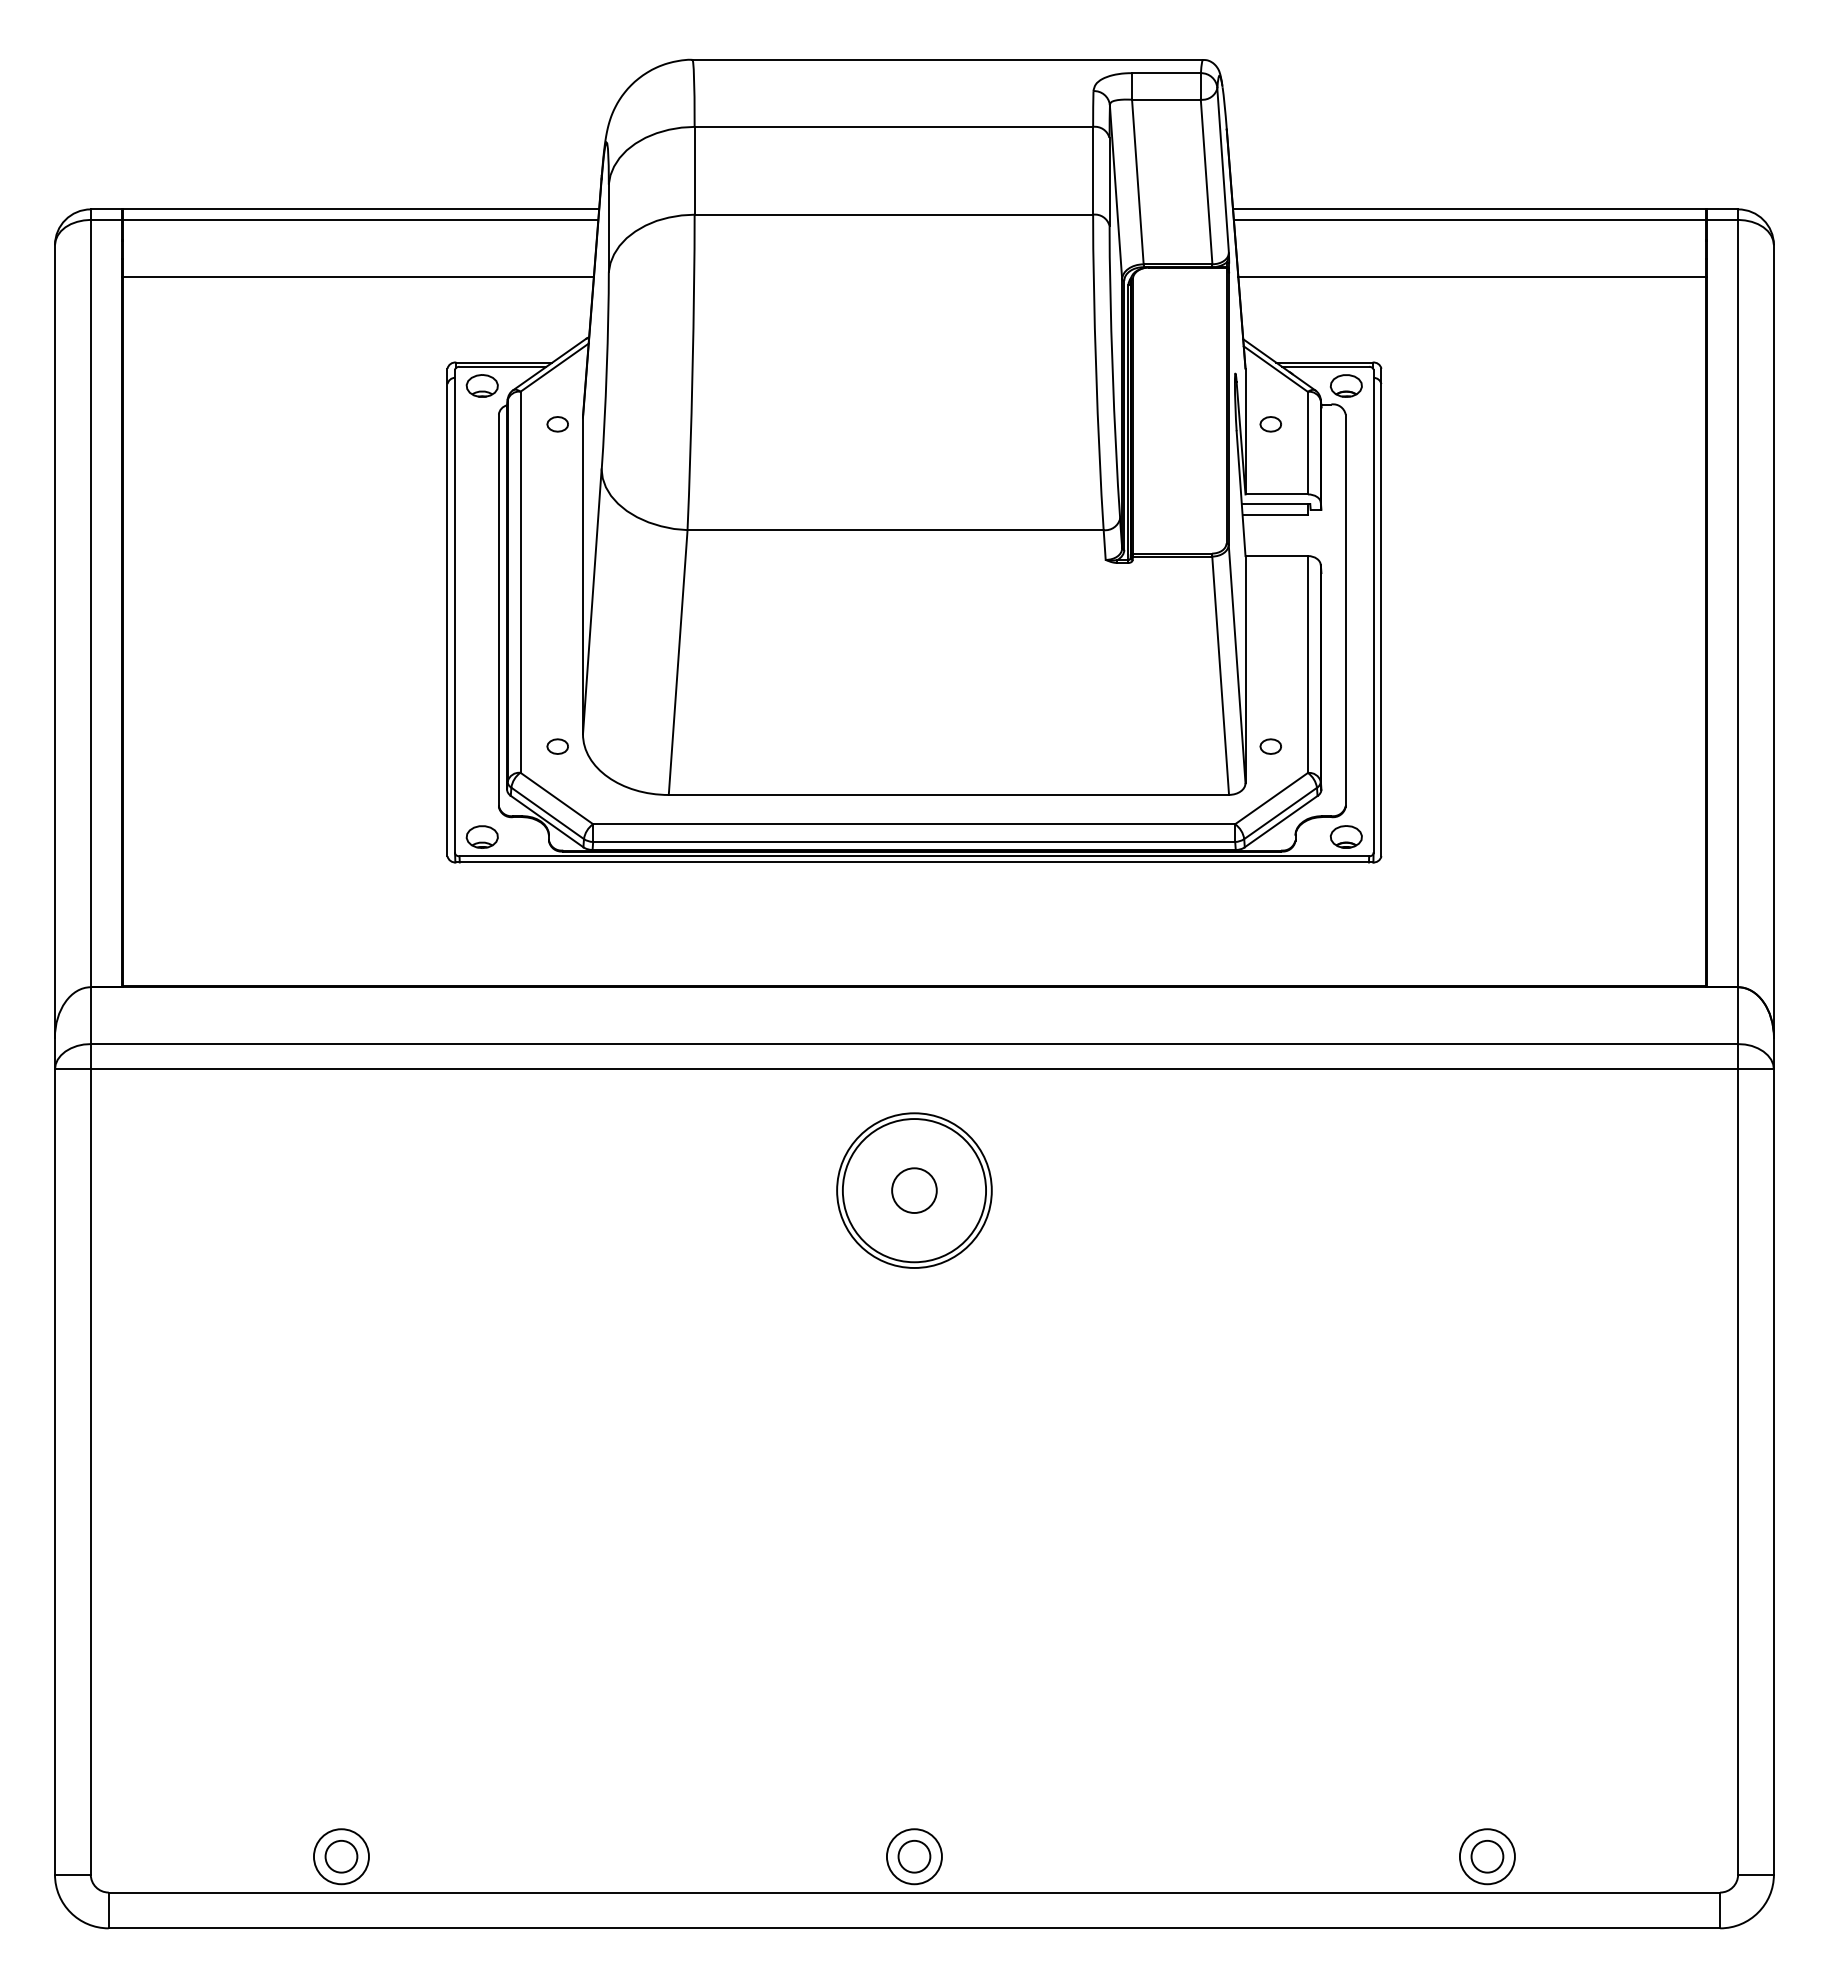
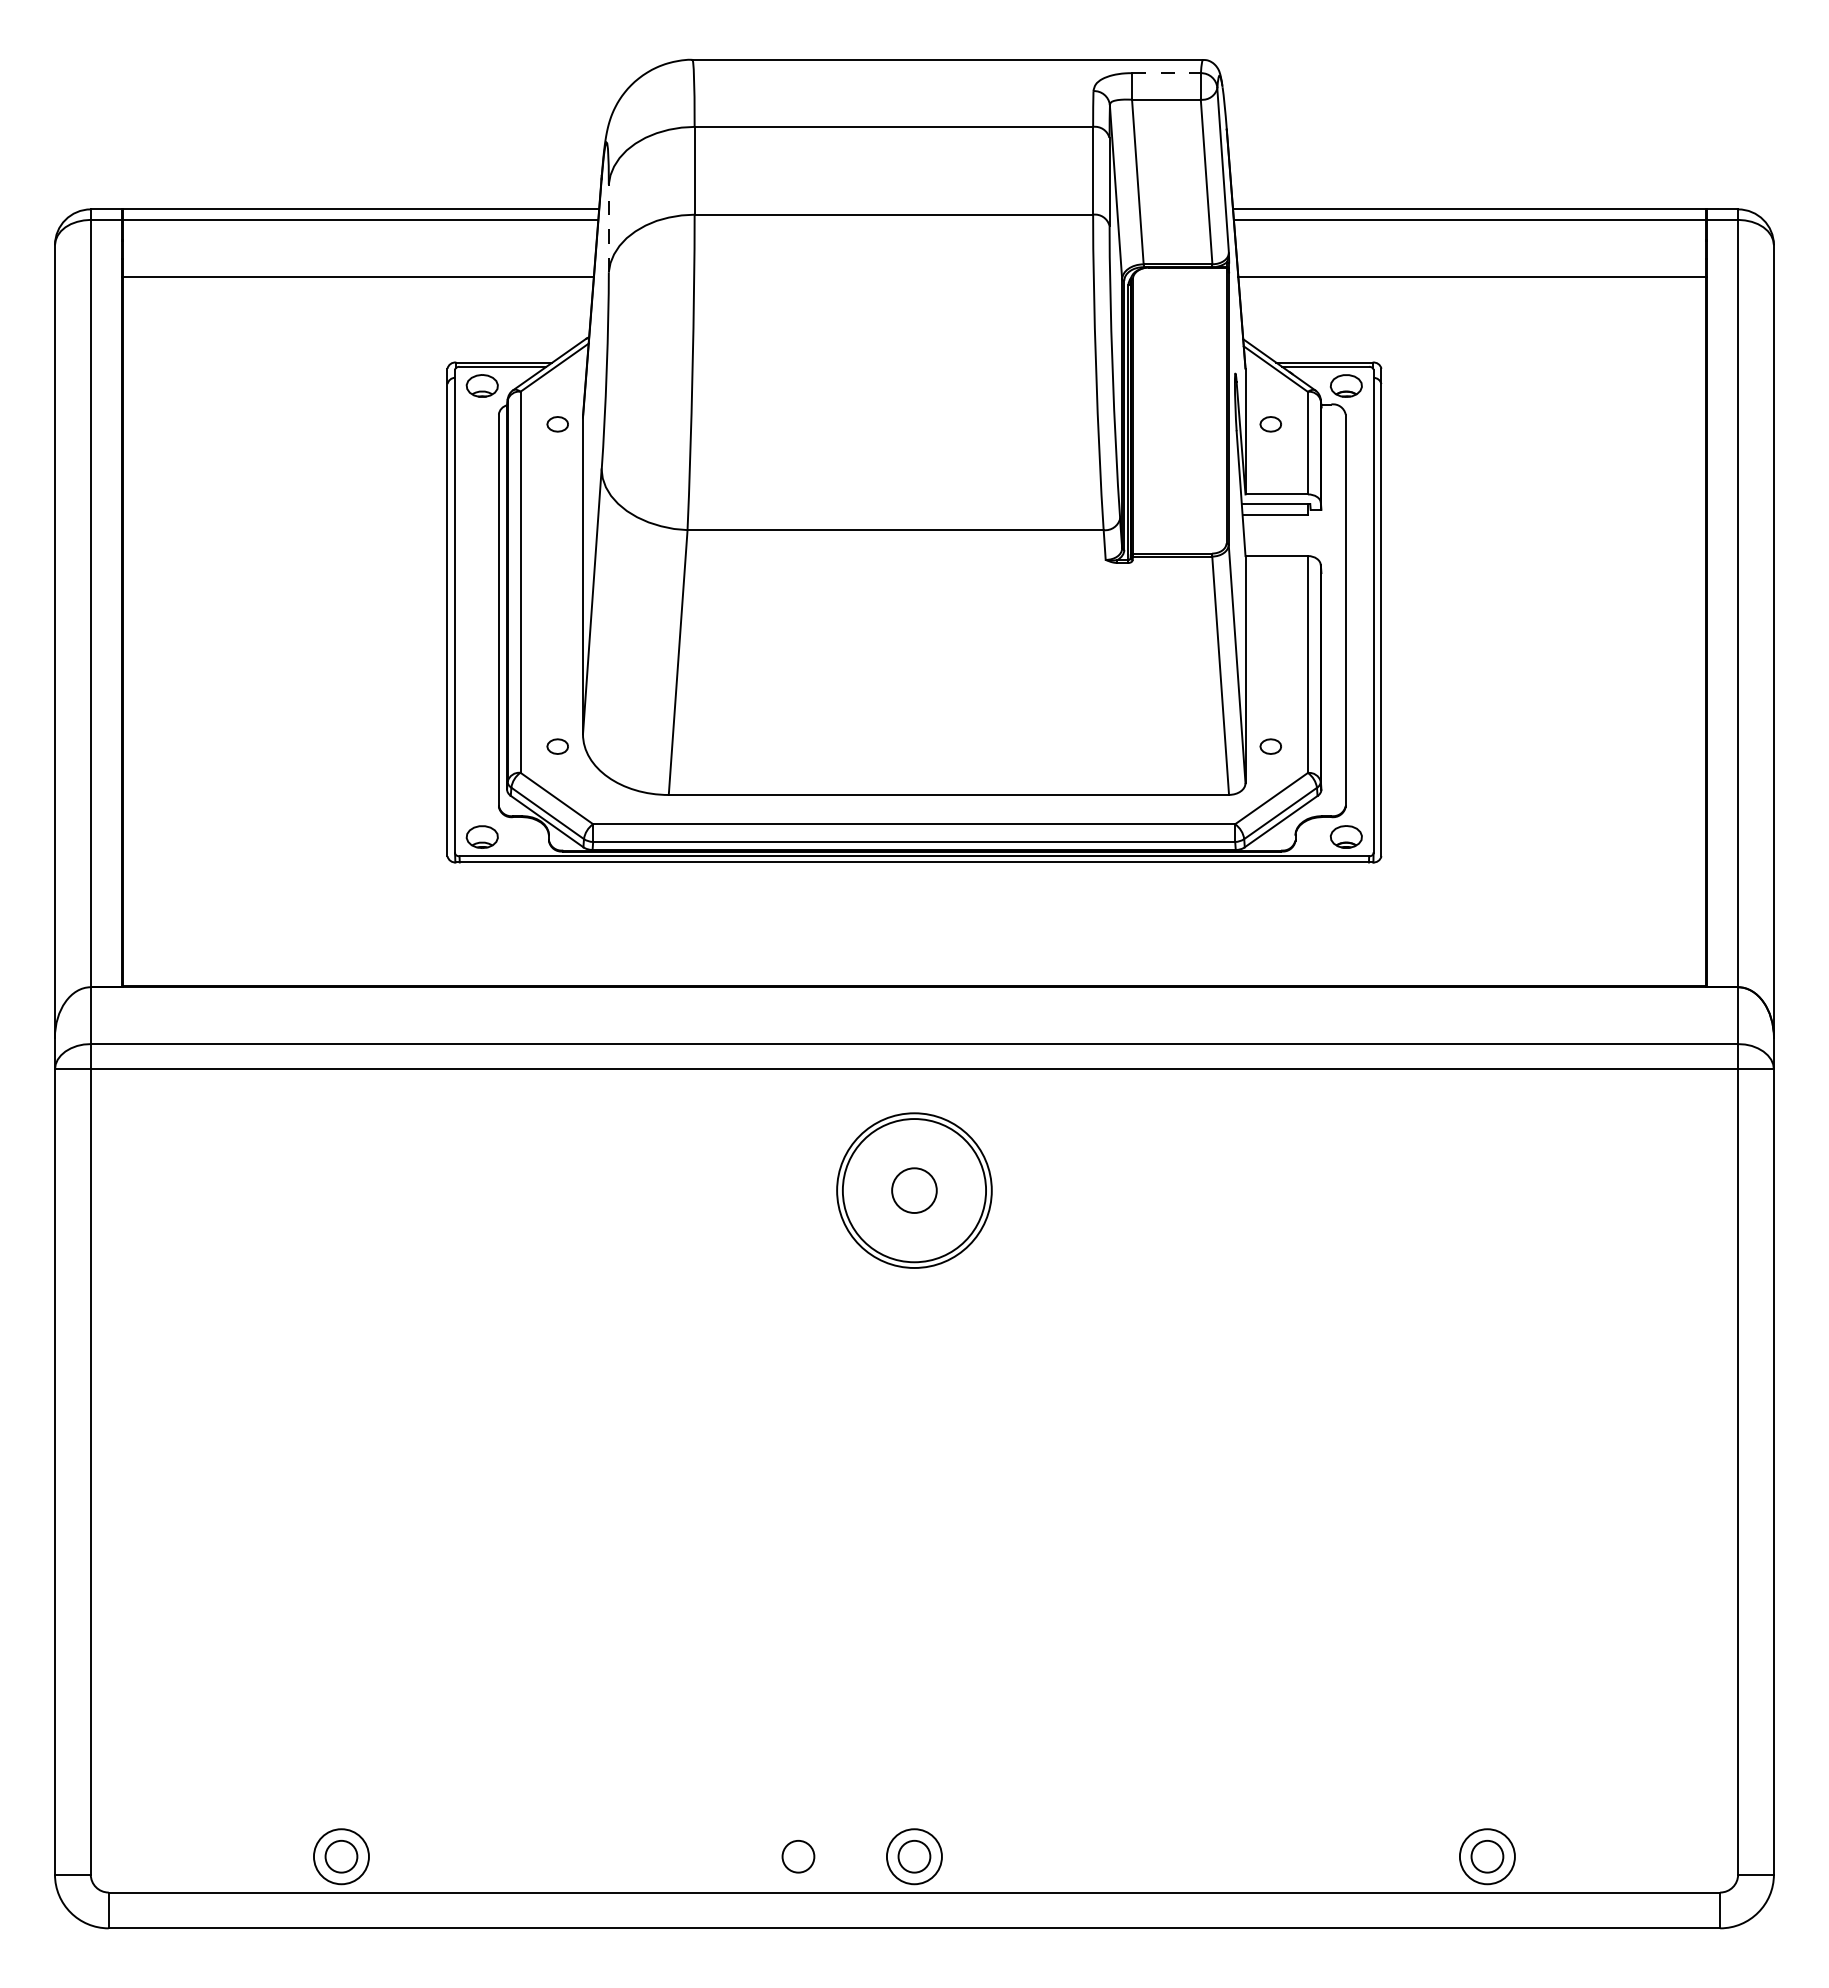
line at (1166, 73): solid -> dashed
line at (608, 228): solid -> dashed
circle at (798, 1856): none -> present
